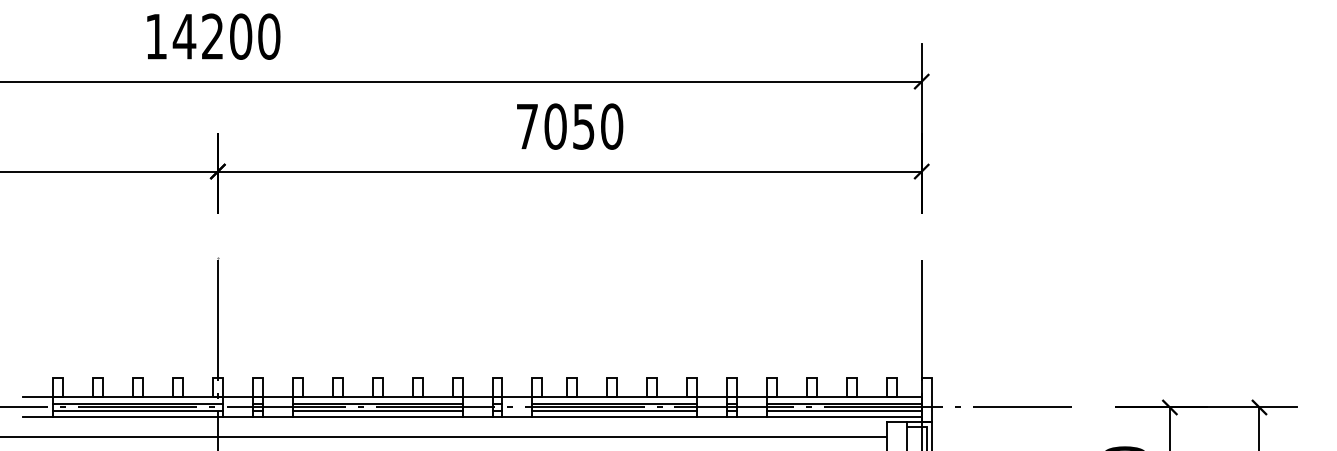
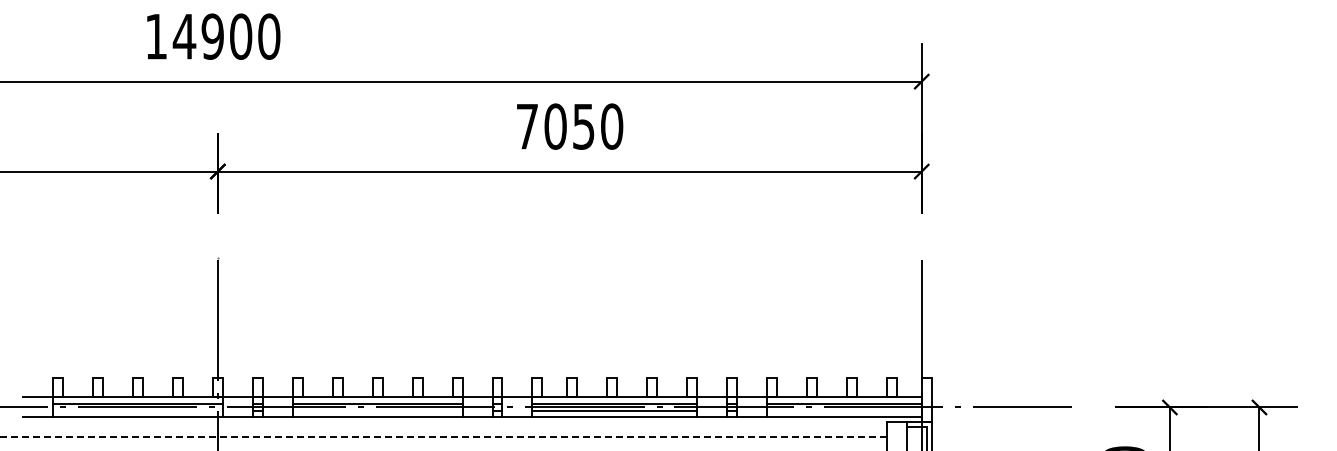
text at (212, 36): 14200 -> 14900
line at (137, 410): present -> none
line at (377, 410): present -> none
line at (844, 410): present -> none
line at (443, 437): solid -> dashed
